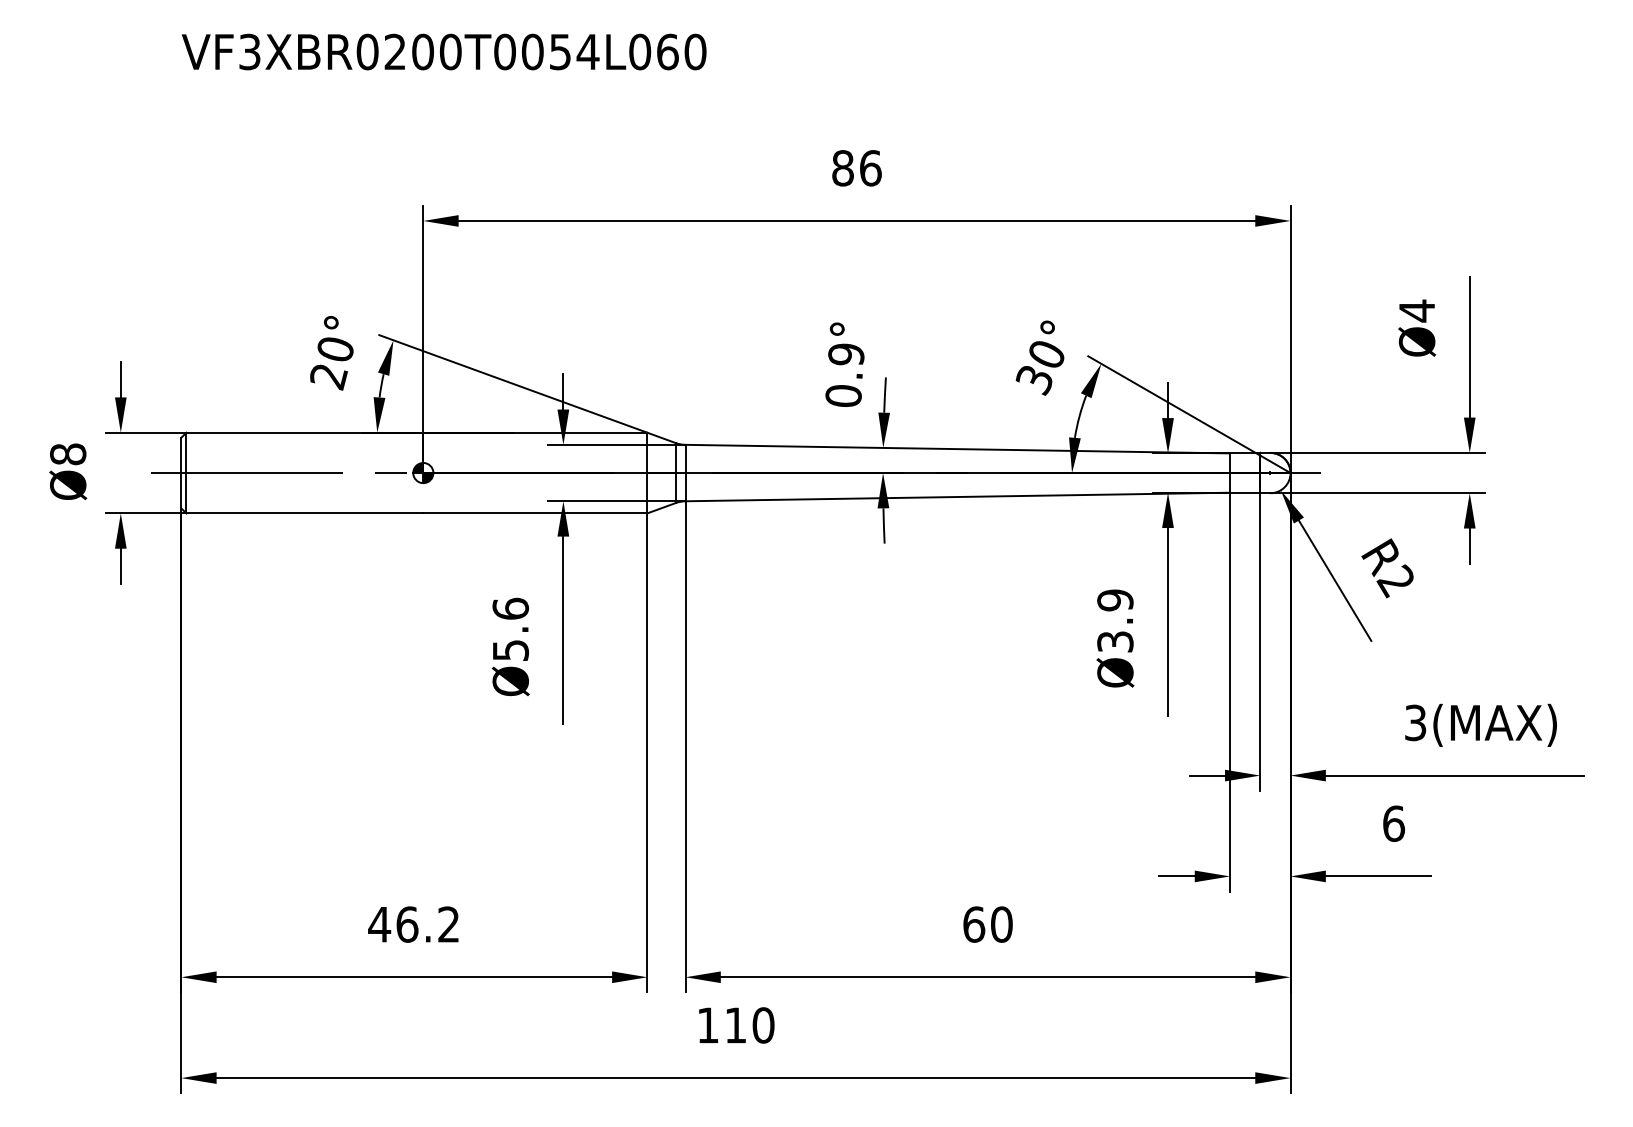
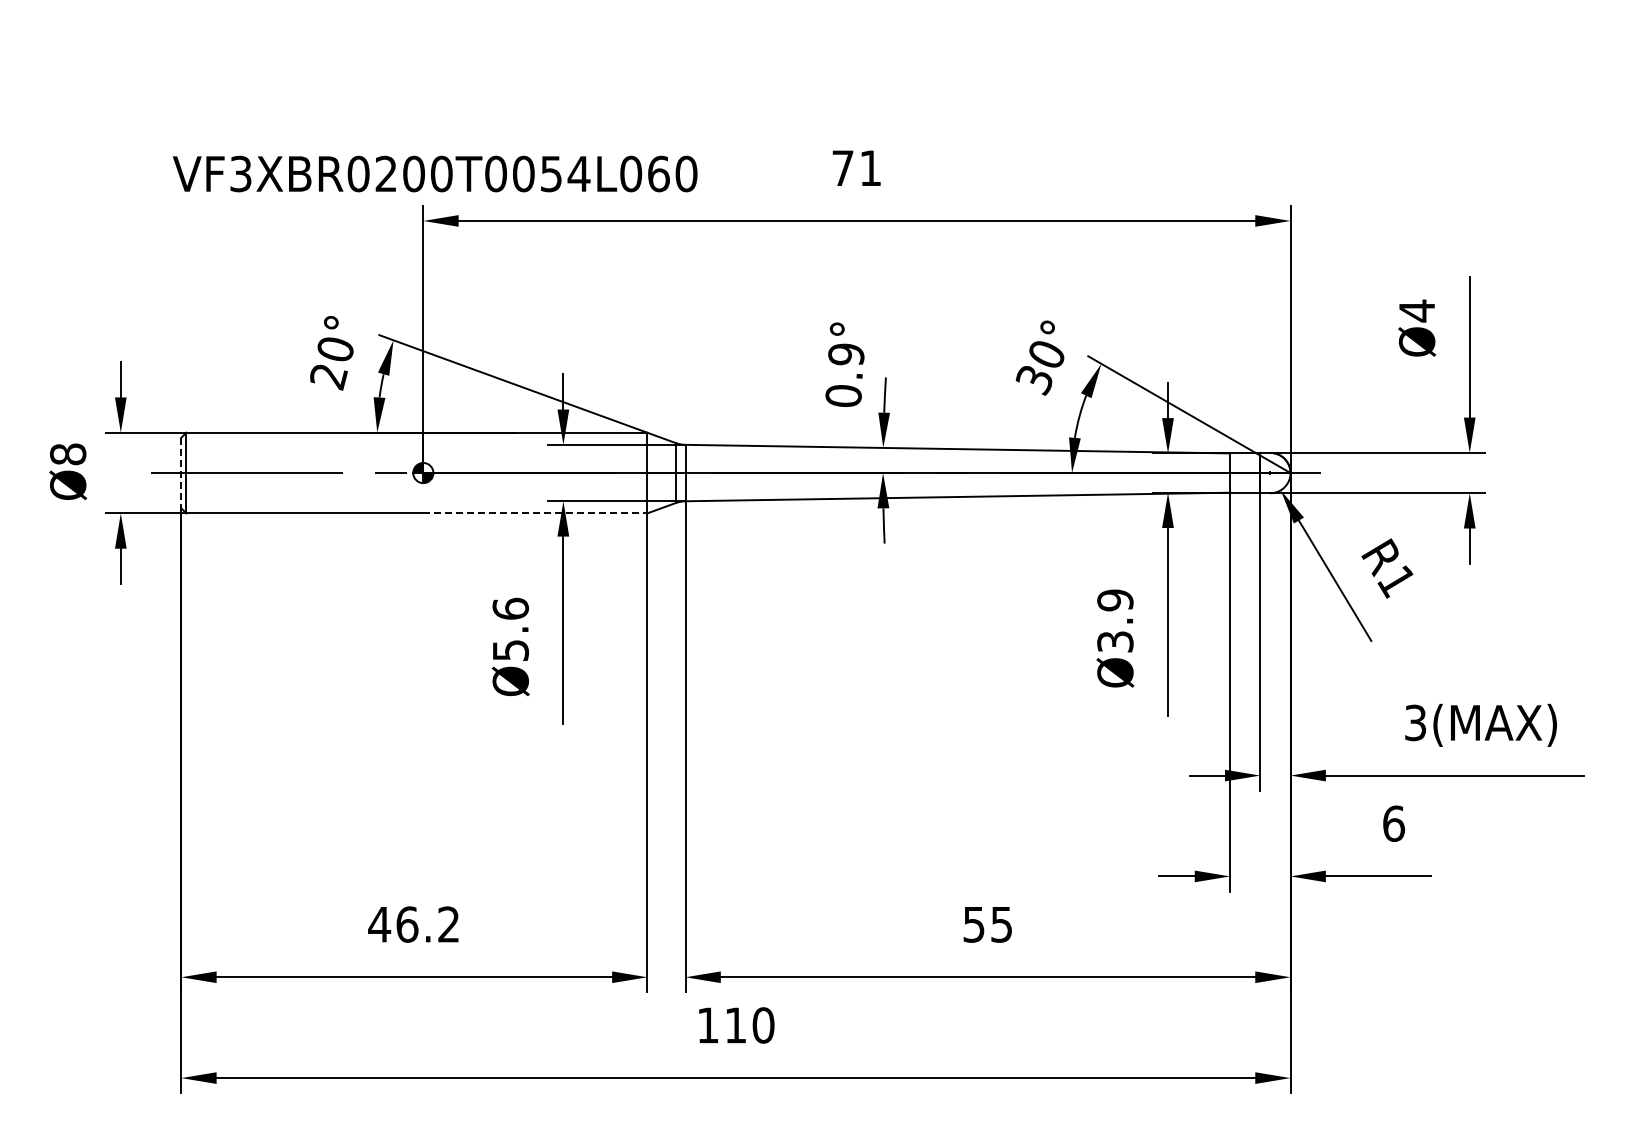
text at (443, 51) position: (443, 51) -> (434, 173)
text at (856, 168): 86 -> 71
line at (181, 473): solid -> dashed
line at (535, 513): solid -> dashed
text at (1394, 581): R2 -> R1
text at (987, 924): 60 -> 55
